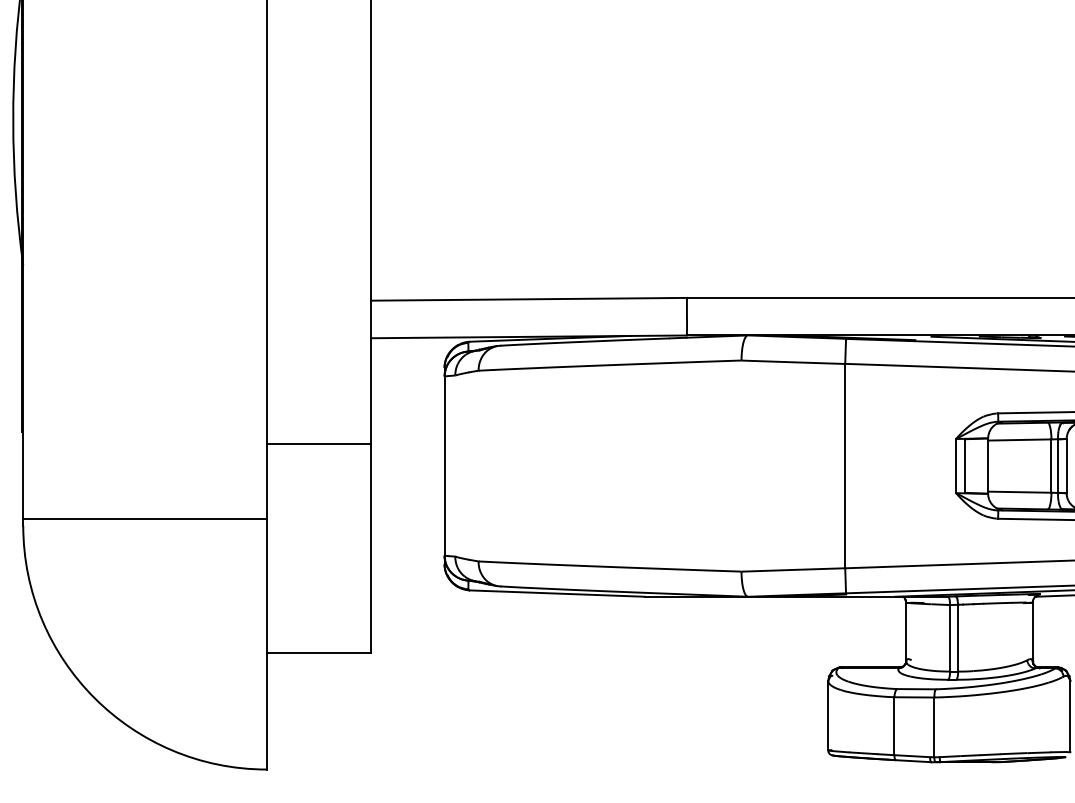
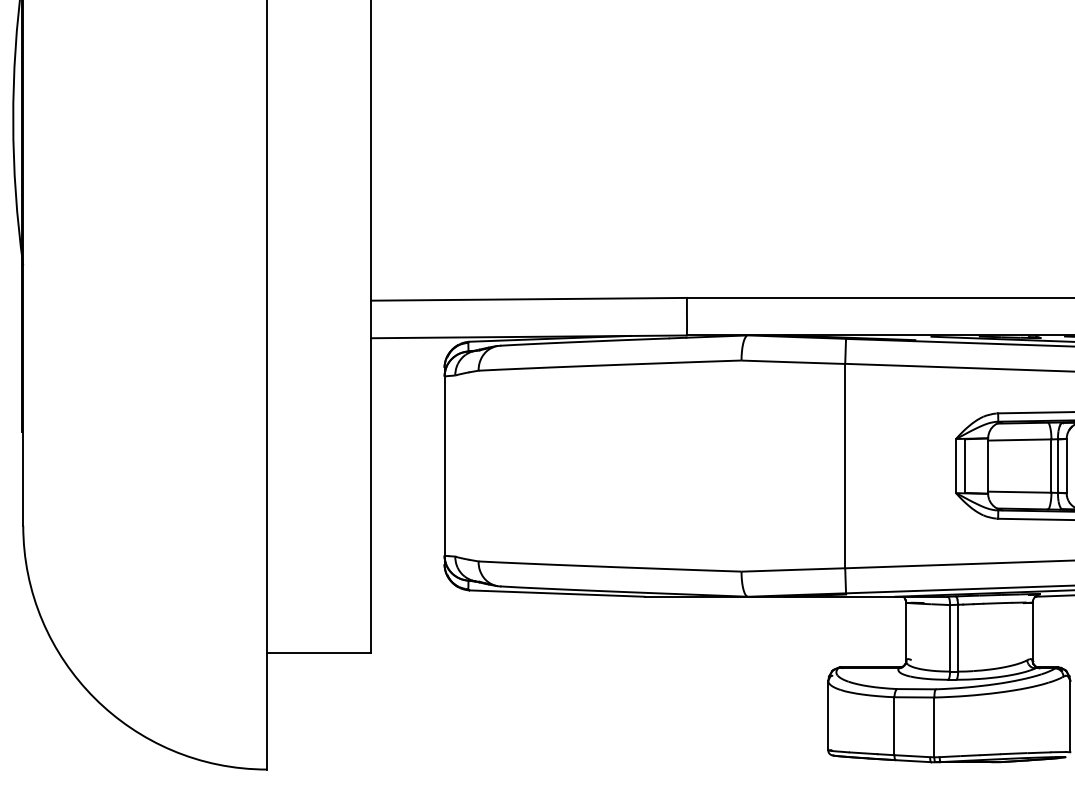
line at (319, 444): present -> none
line at (145, 519): present -> none
